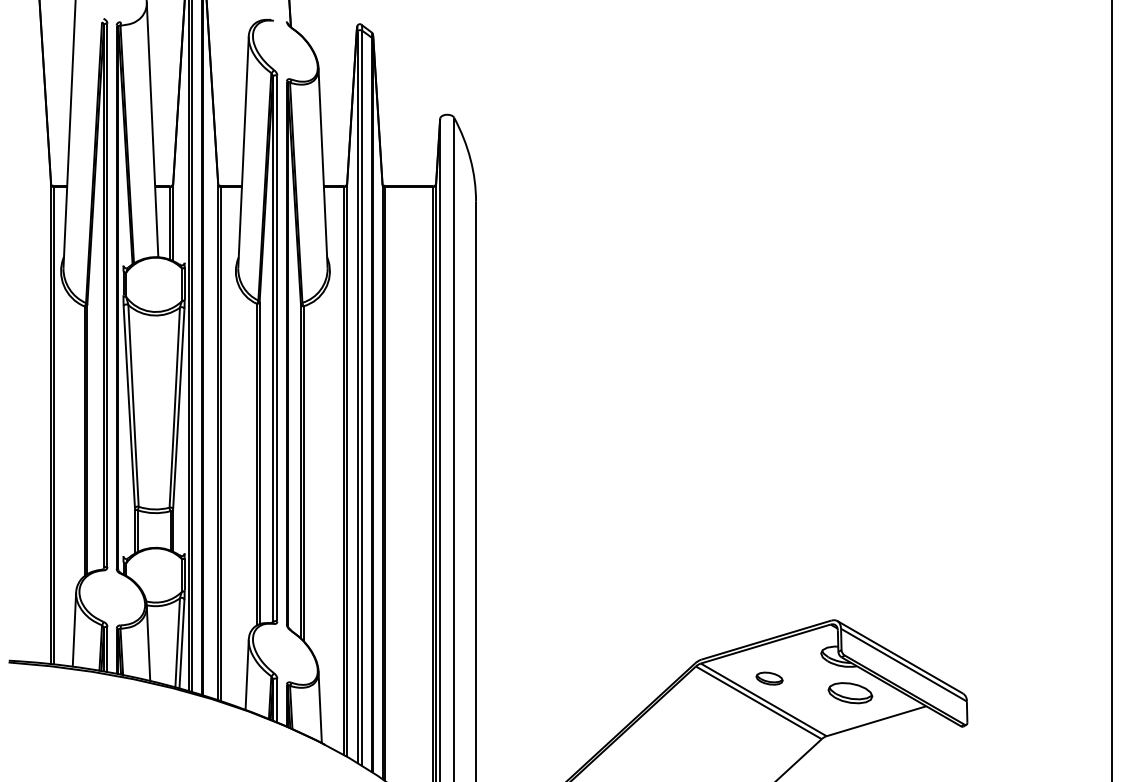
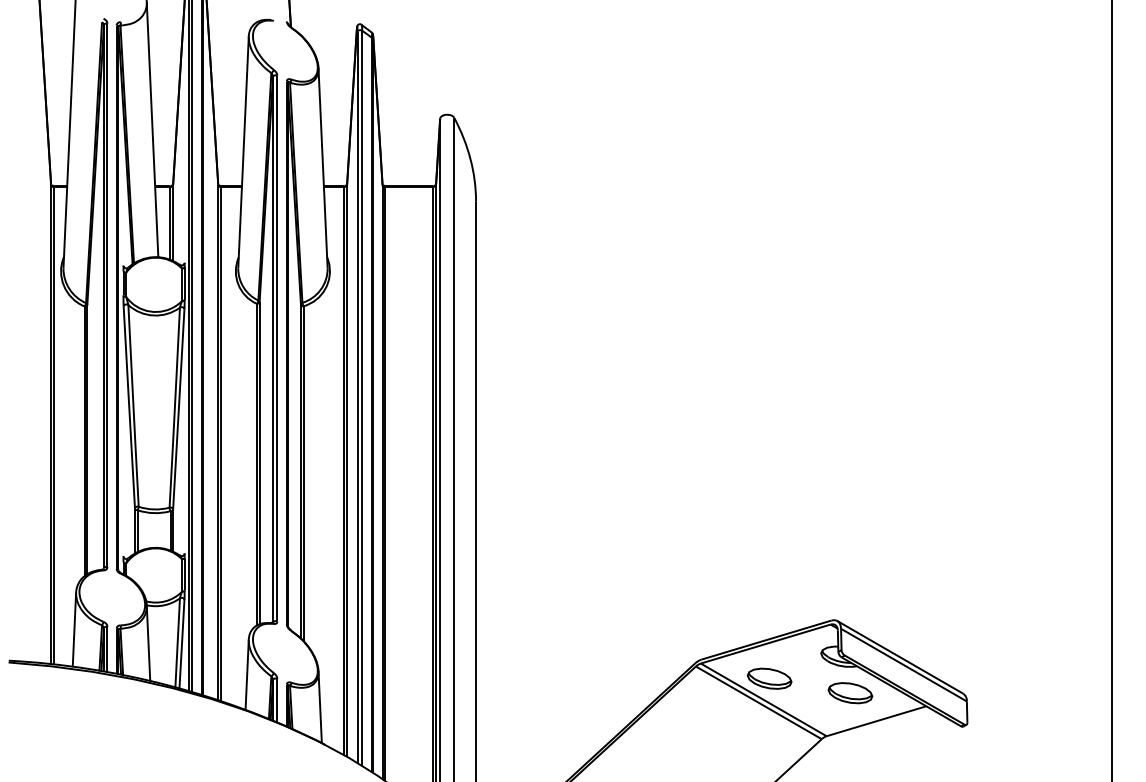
part at (769, 678) size: 29x15 px -> 47x23 px
